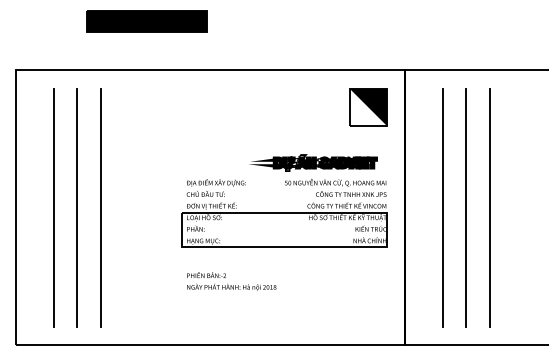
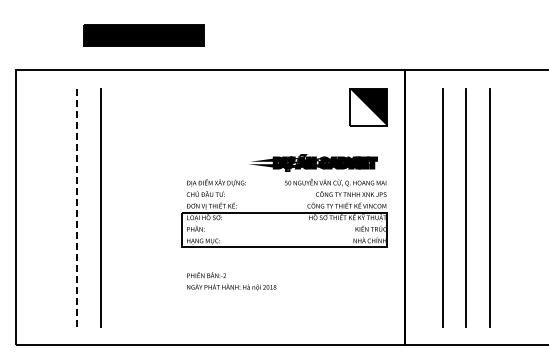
part at (146, 21) position: (146, 21) -> (143, 35)
line at (53, 207): present -> none
line at (77, 208): solid -> dashed
